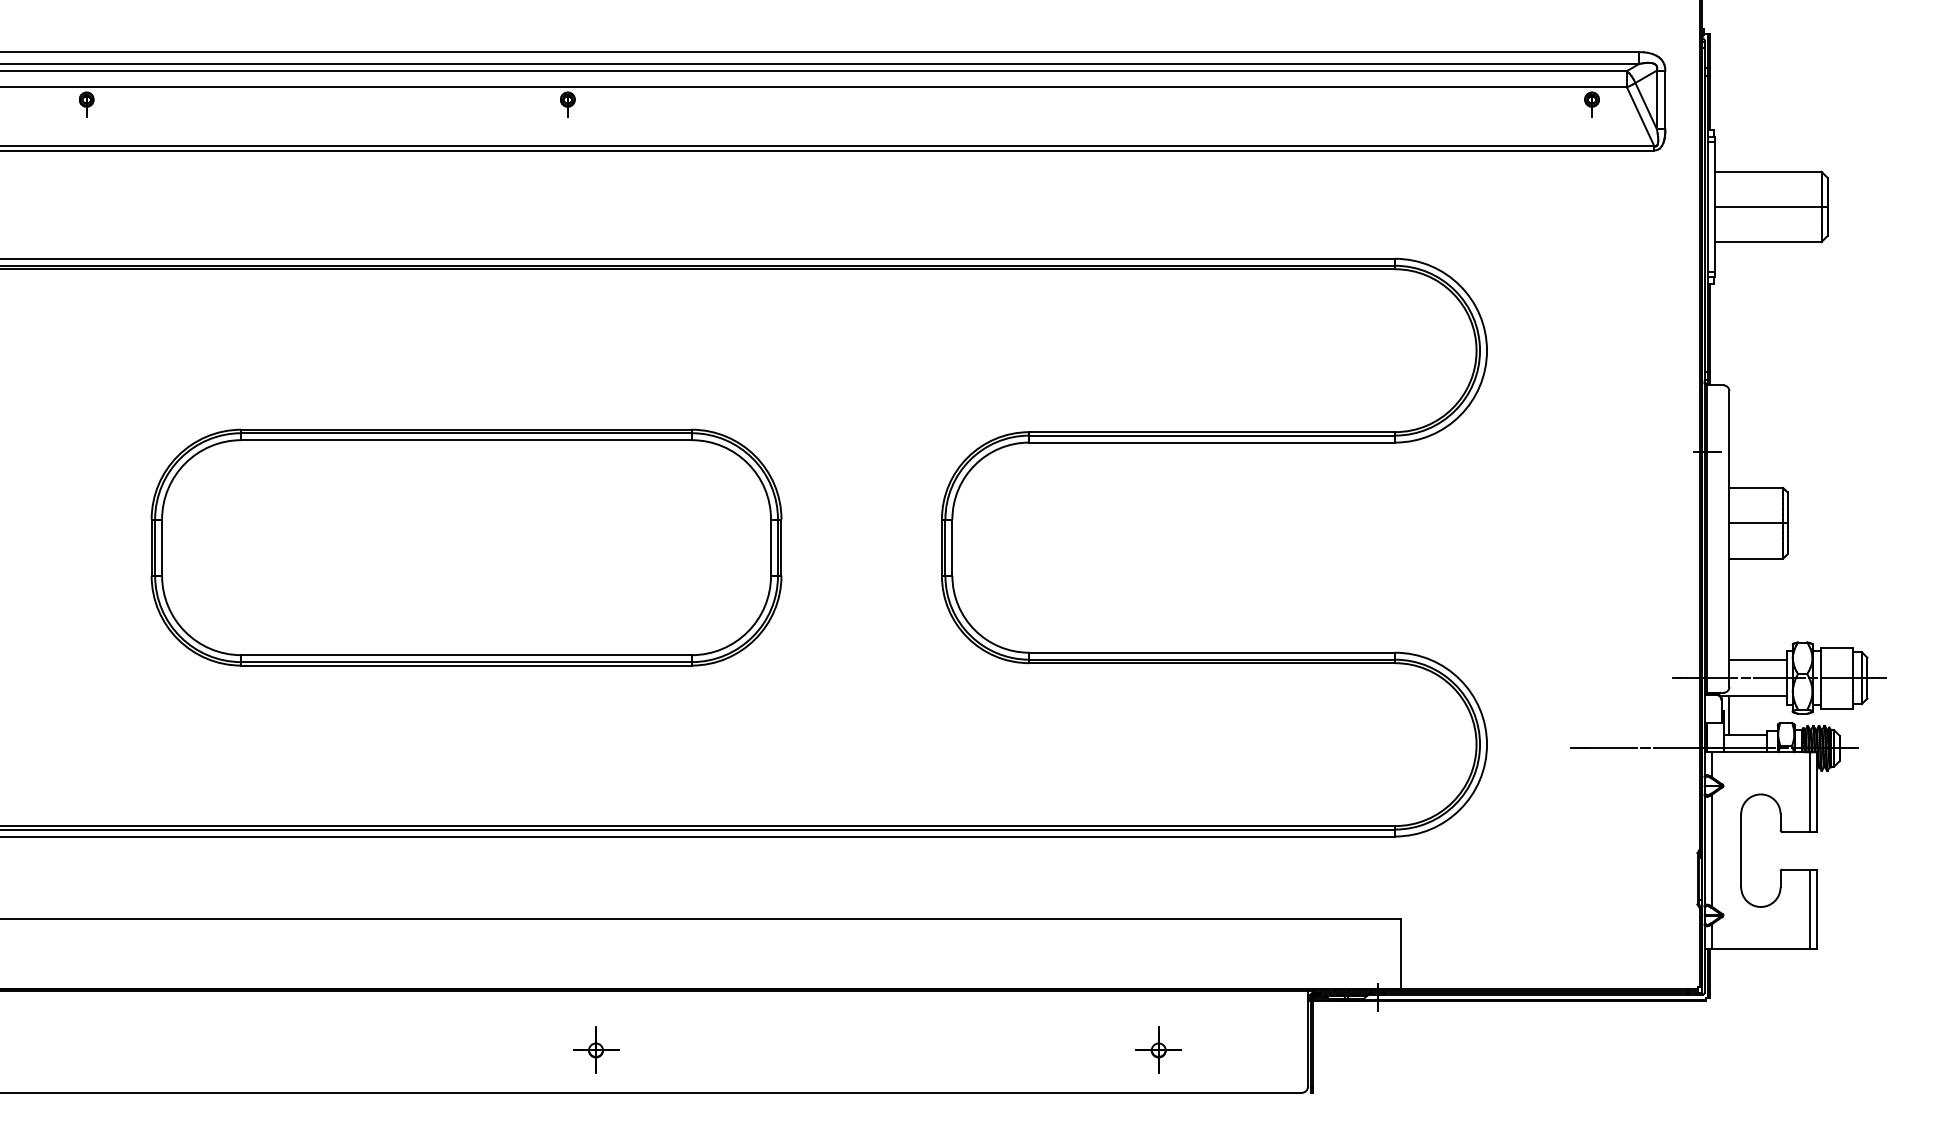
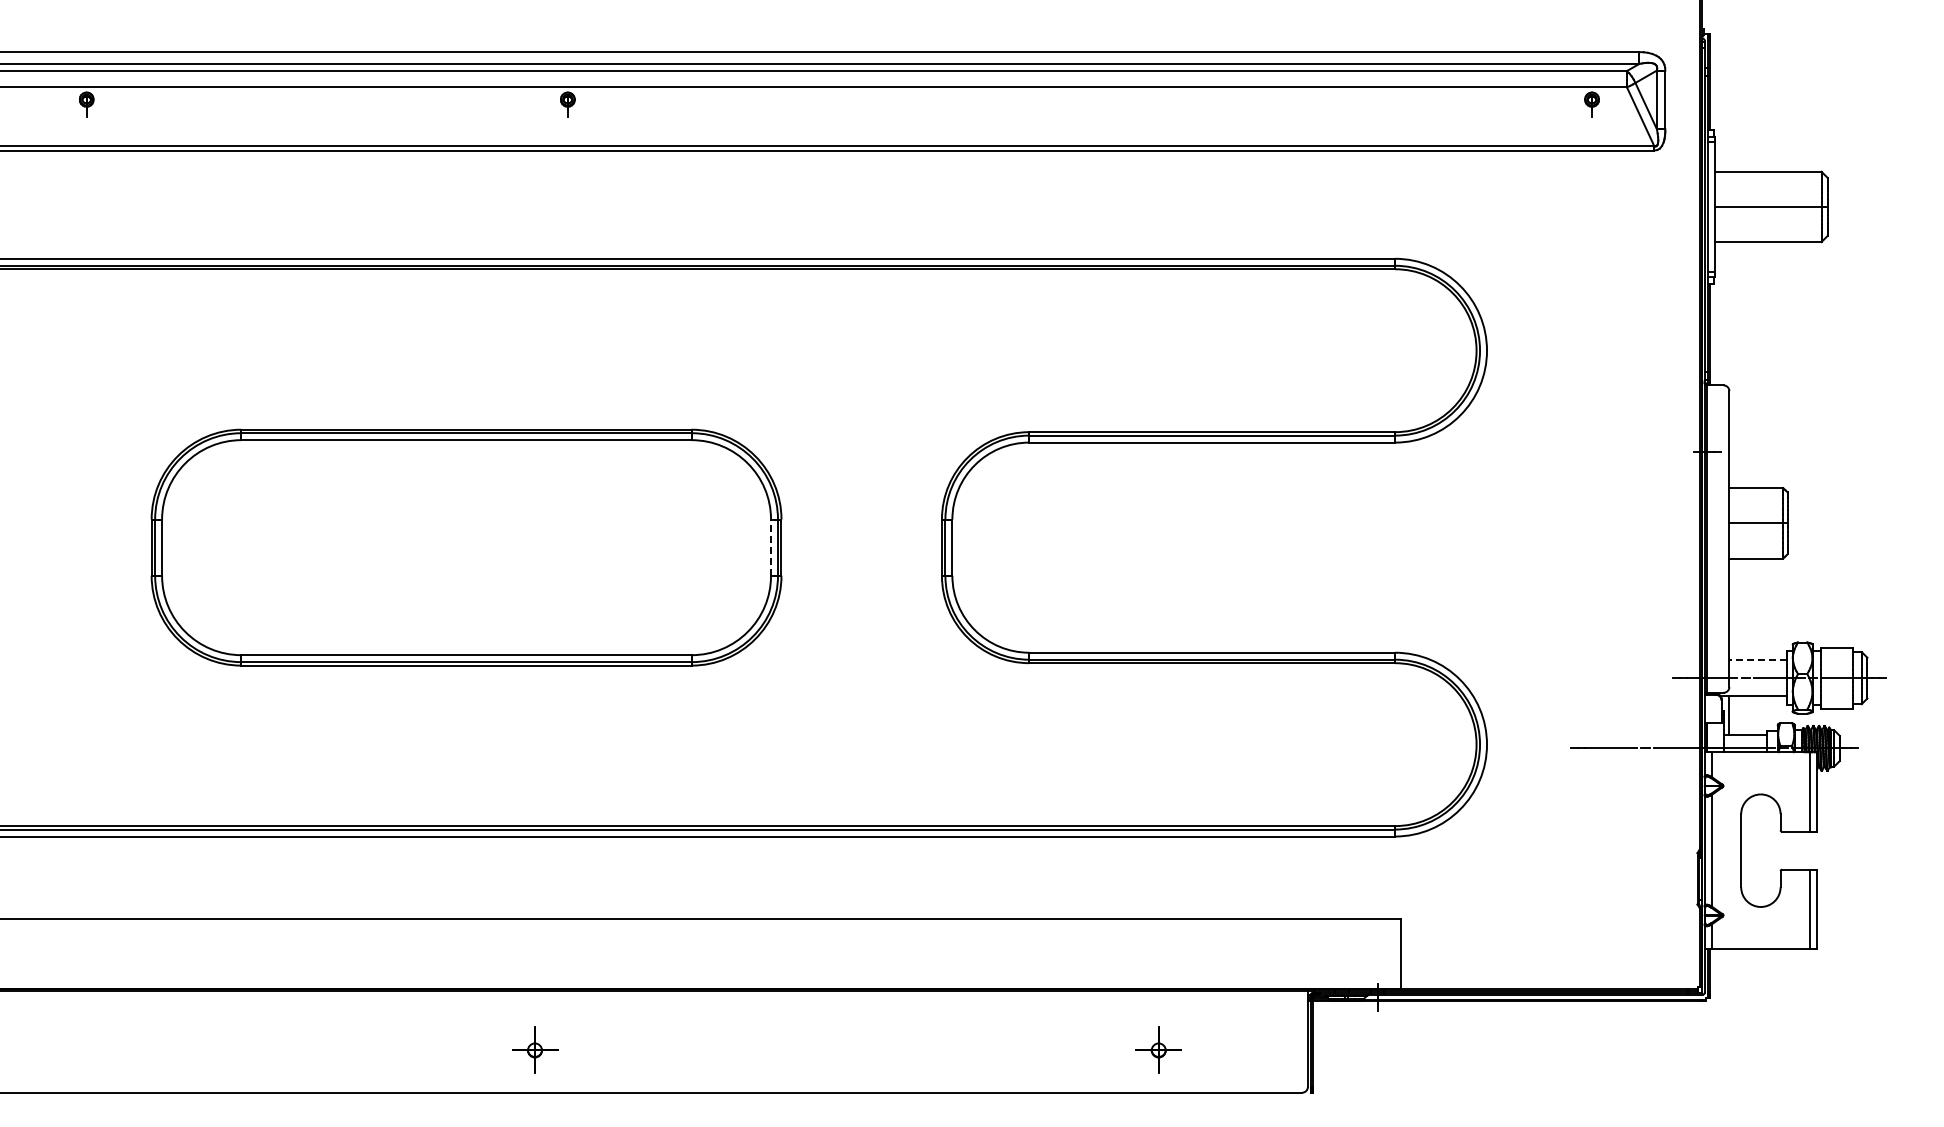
line at (771, 547): solid -> dashed
line at (1758, 660): solid -> dashed
part at (596, 1049) position: (596, 1049) -> (535, 1049)
